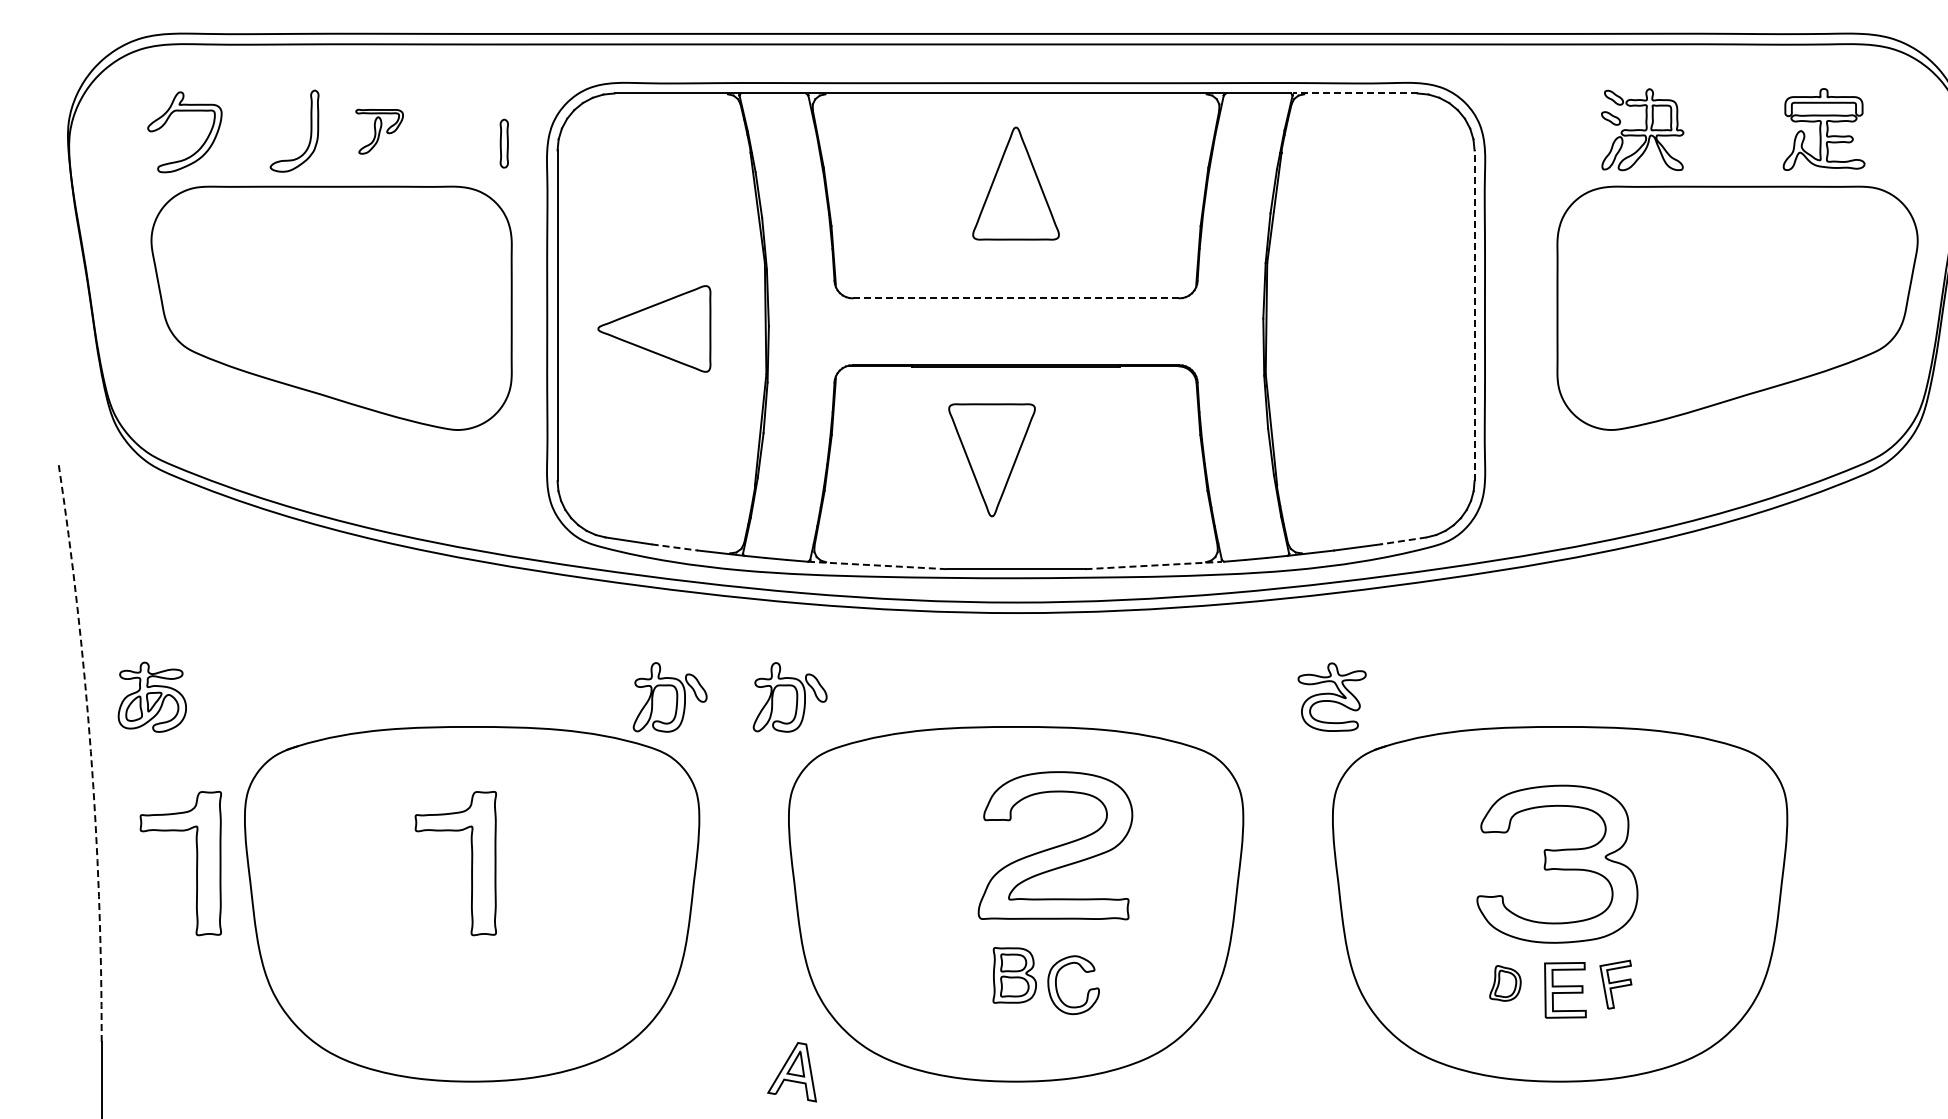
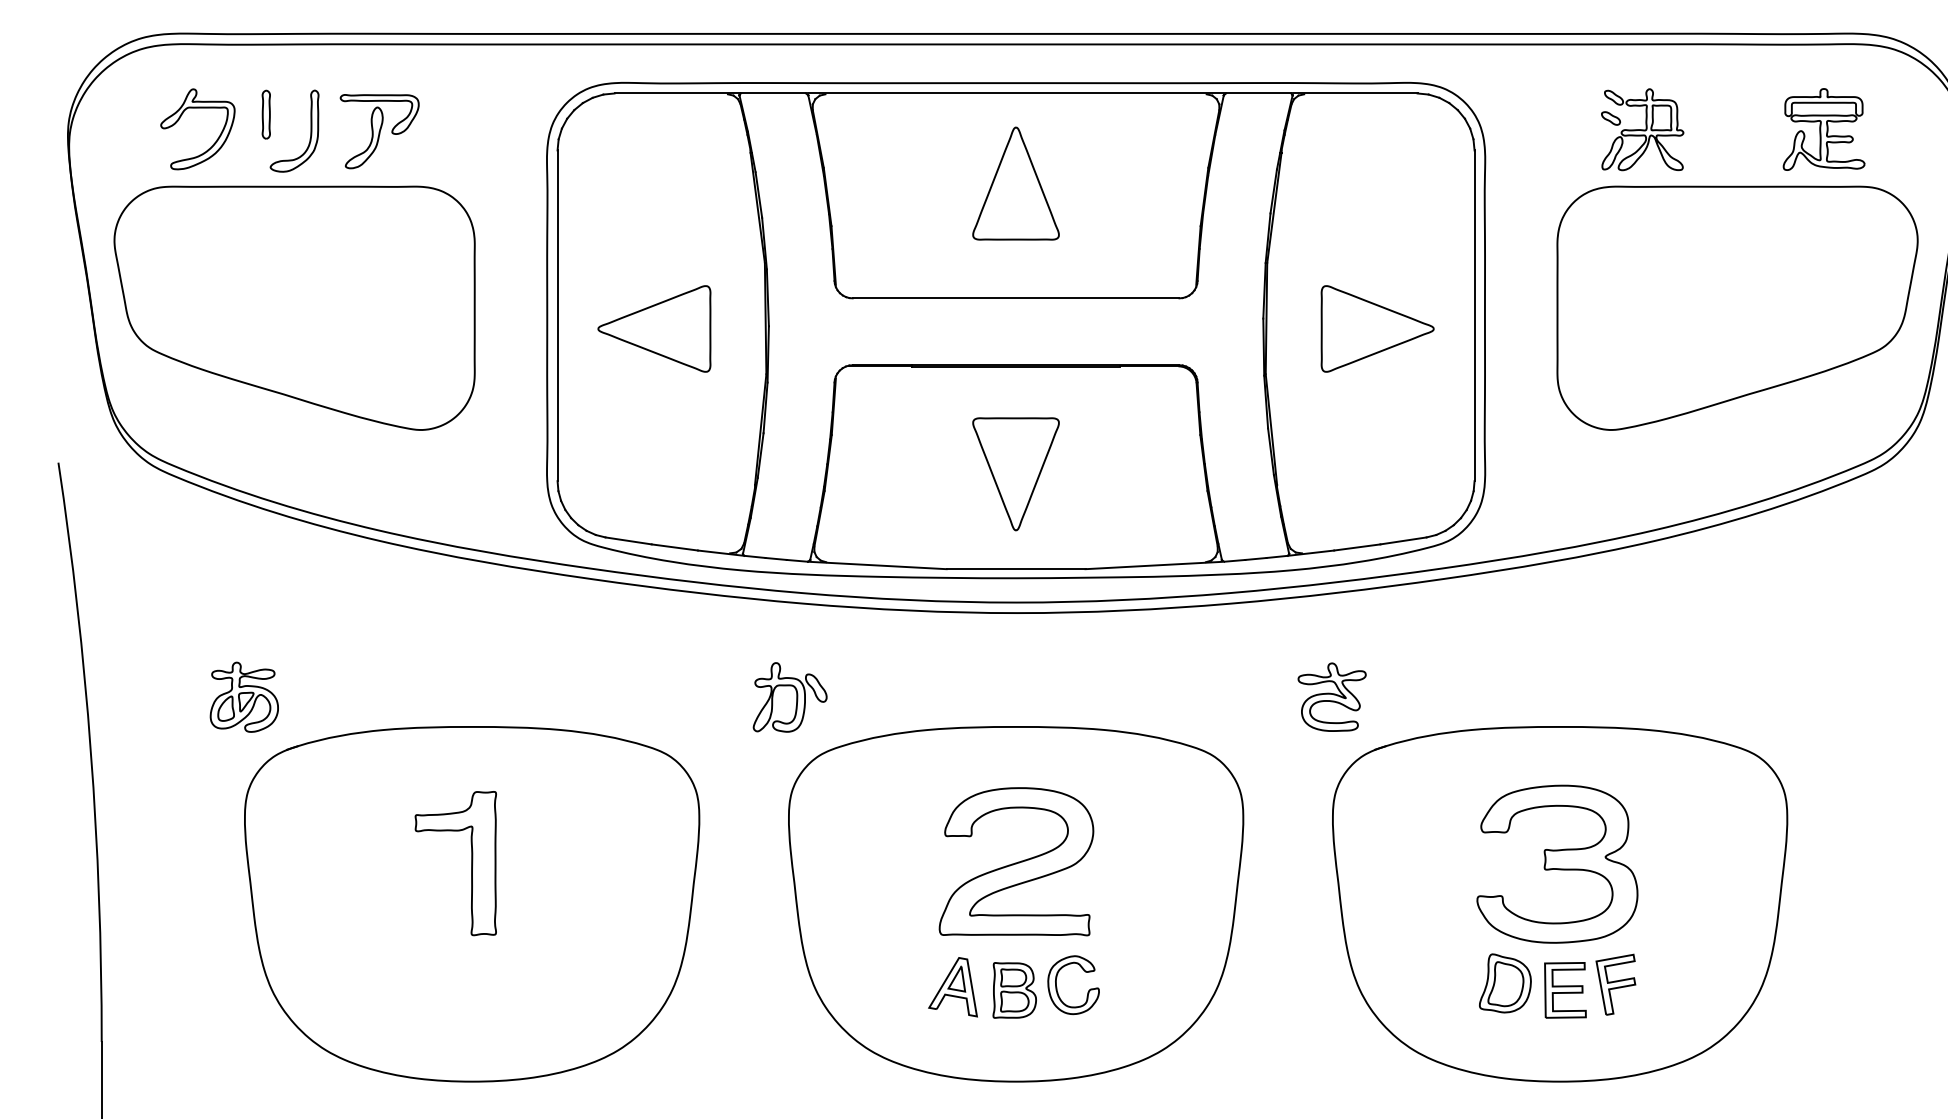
line at (1354, 93): dashed -> solid
part at (167, 121) position: (167, 121) -> (180, 118)
part at (379, 131) size: 49x47 px -> 81x76 px
part at (503, 143) position: (503, 143) -> (265, 114)
line at (1016, 298): dashed -> solid
part at (331, 307) position: (331, 307) -> (294, 307)
line at (1474, 315): dashed -> solid
part at (1377, 328): none -> present
part at (991, 460) position: (991, 460) -> (1015, 474)
line at (1403, 540): dashed -> solid
line at (675, 547): dashed -> solid
line at (877, 565): dashed -> solid
line at (1154, 565): dashed -> solid
part at (151, 696) position: (151, 696) -> (243, 696)
part at (676, 697): present -> none
arc at (90, 751): dashed -> solid
part at (1055, 845) position: (1055, 845) -> (1016, 861)
part at (196, 863): present -> none
part at (1014, 975) position: (1014, 975) -> (1014, 990)
part at (1505, 983) size: 33x37 px -> 53x61 px
part at (1615, 984) size: 34x51 px -> 42x63 px
part at (791, 1072) position: (791, 1072) -> (952, 987)
